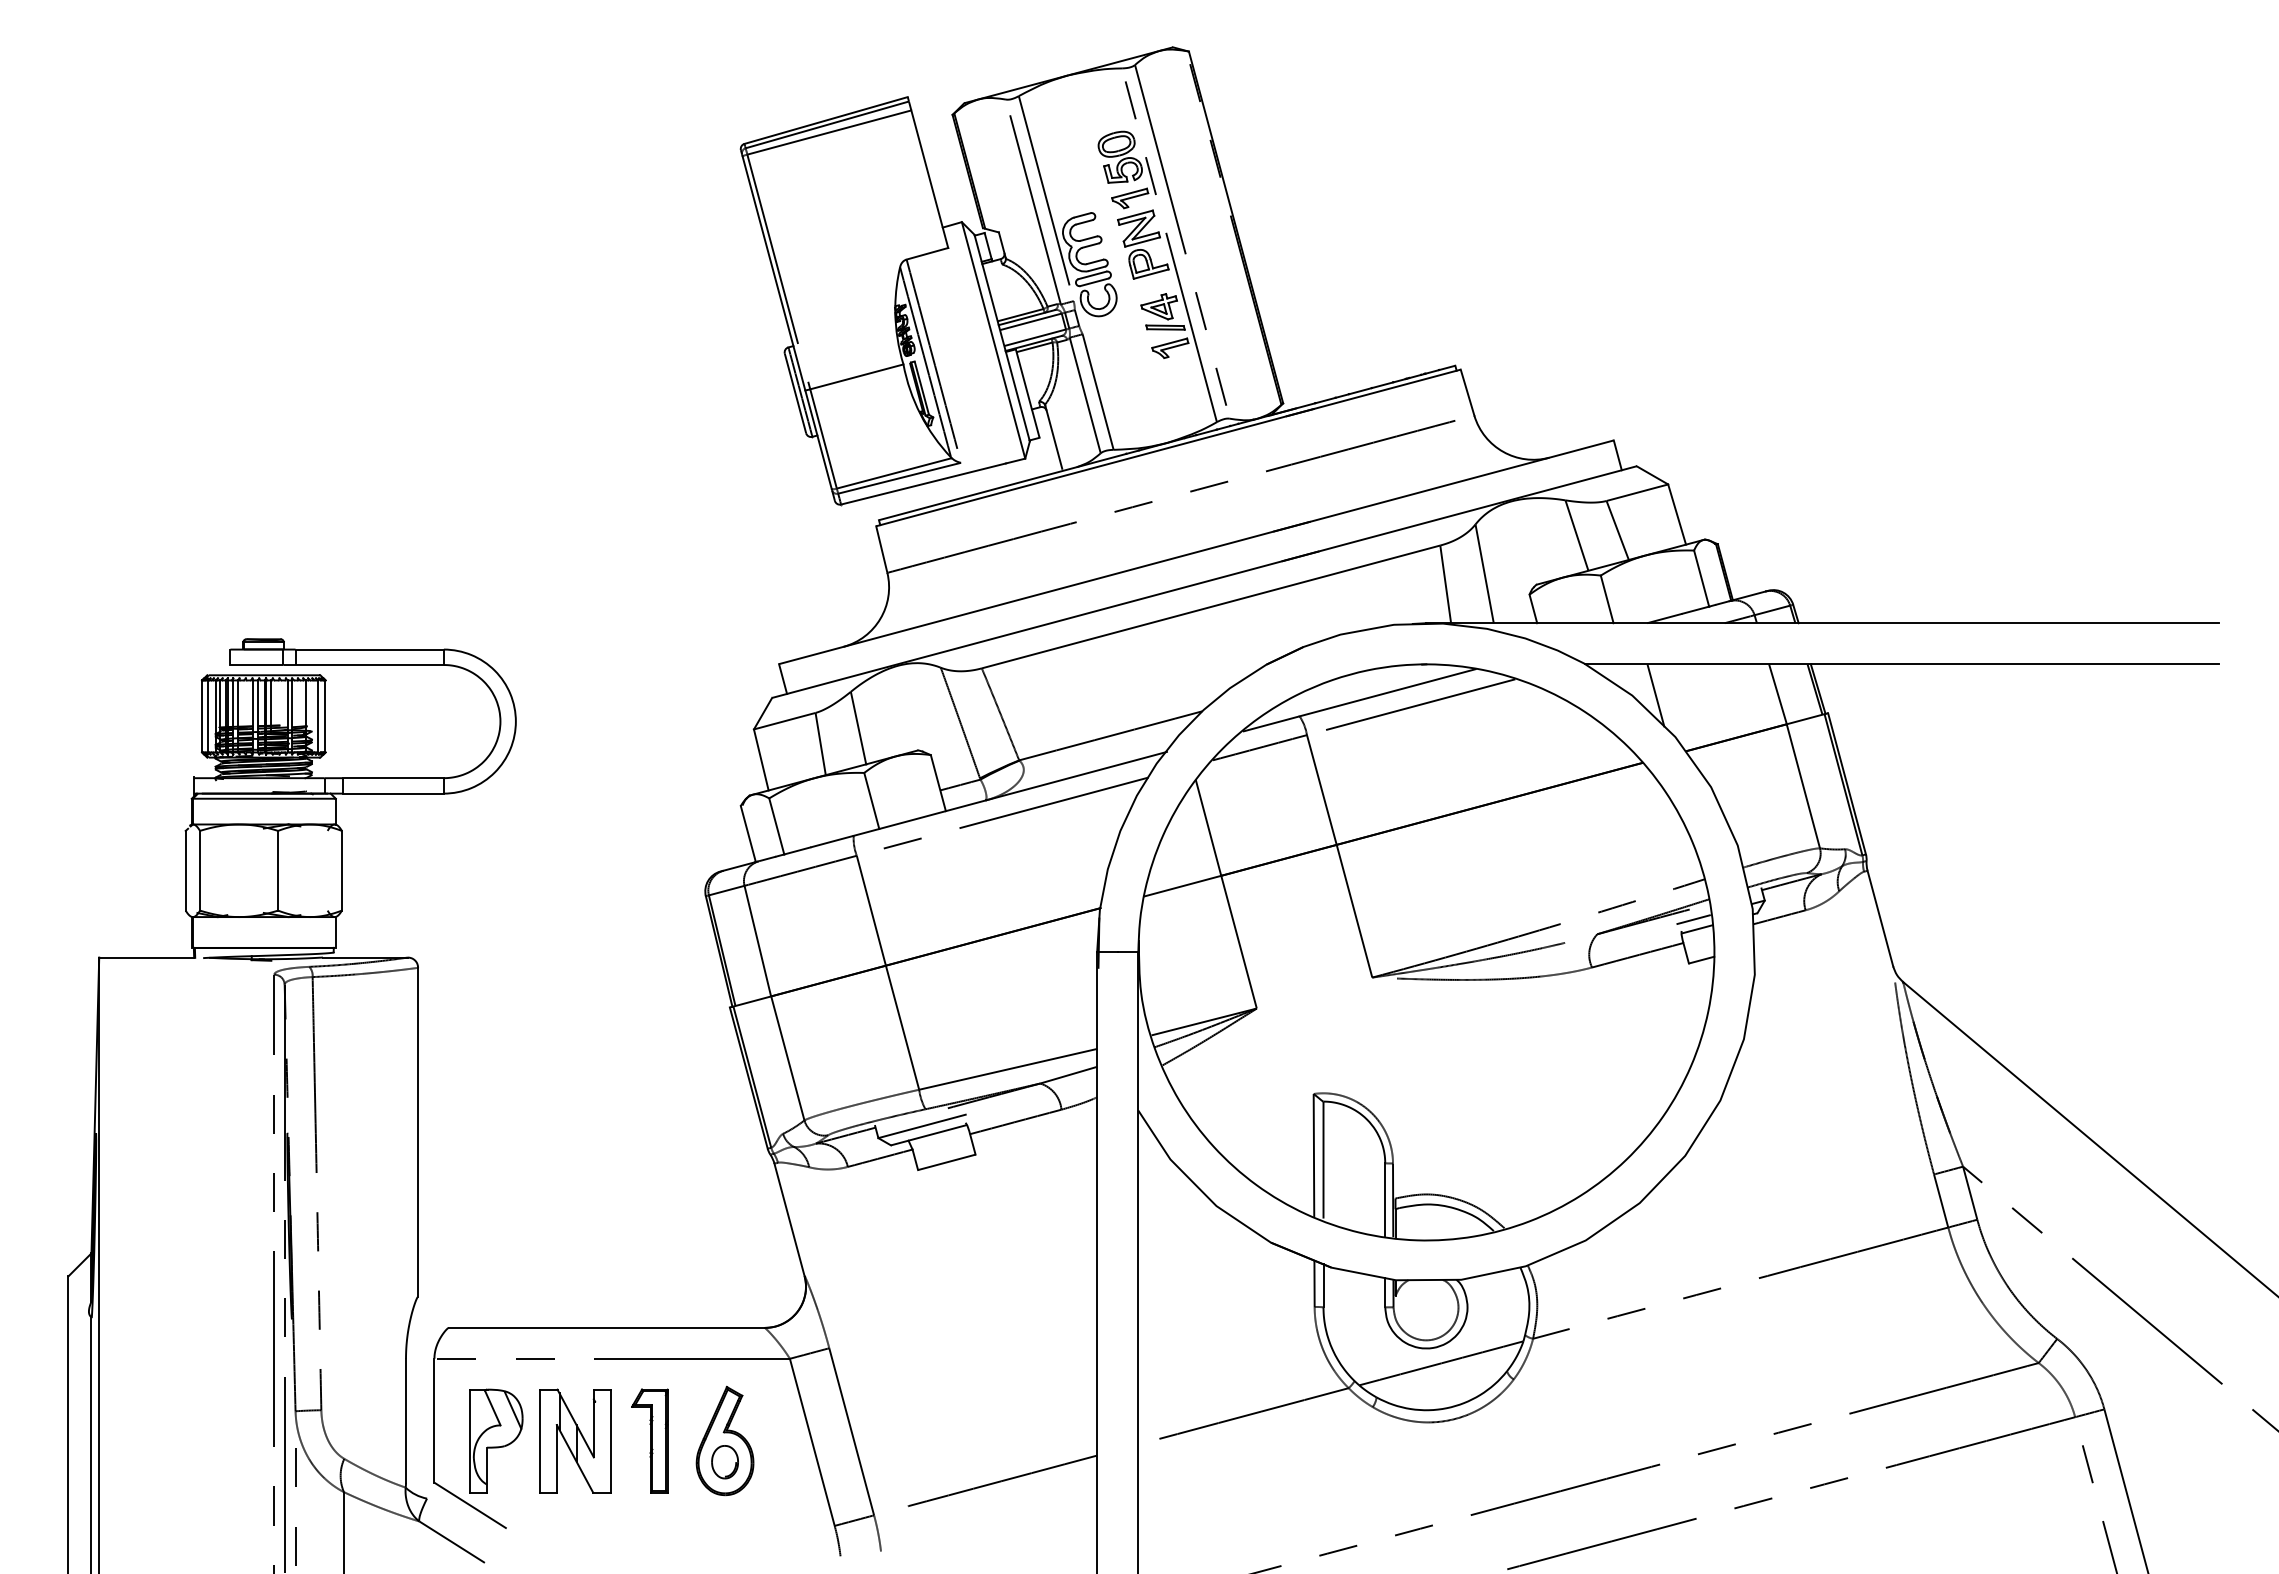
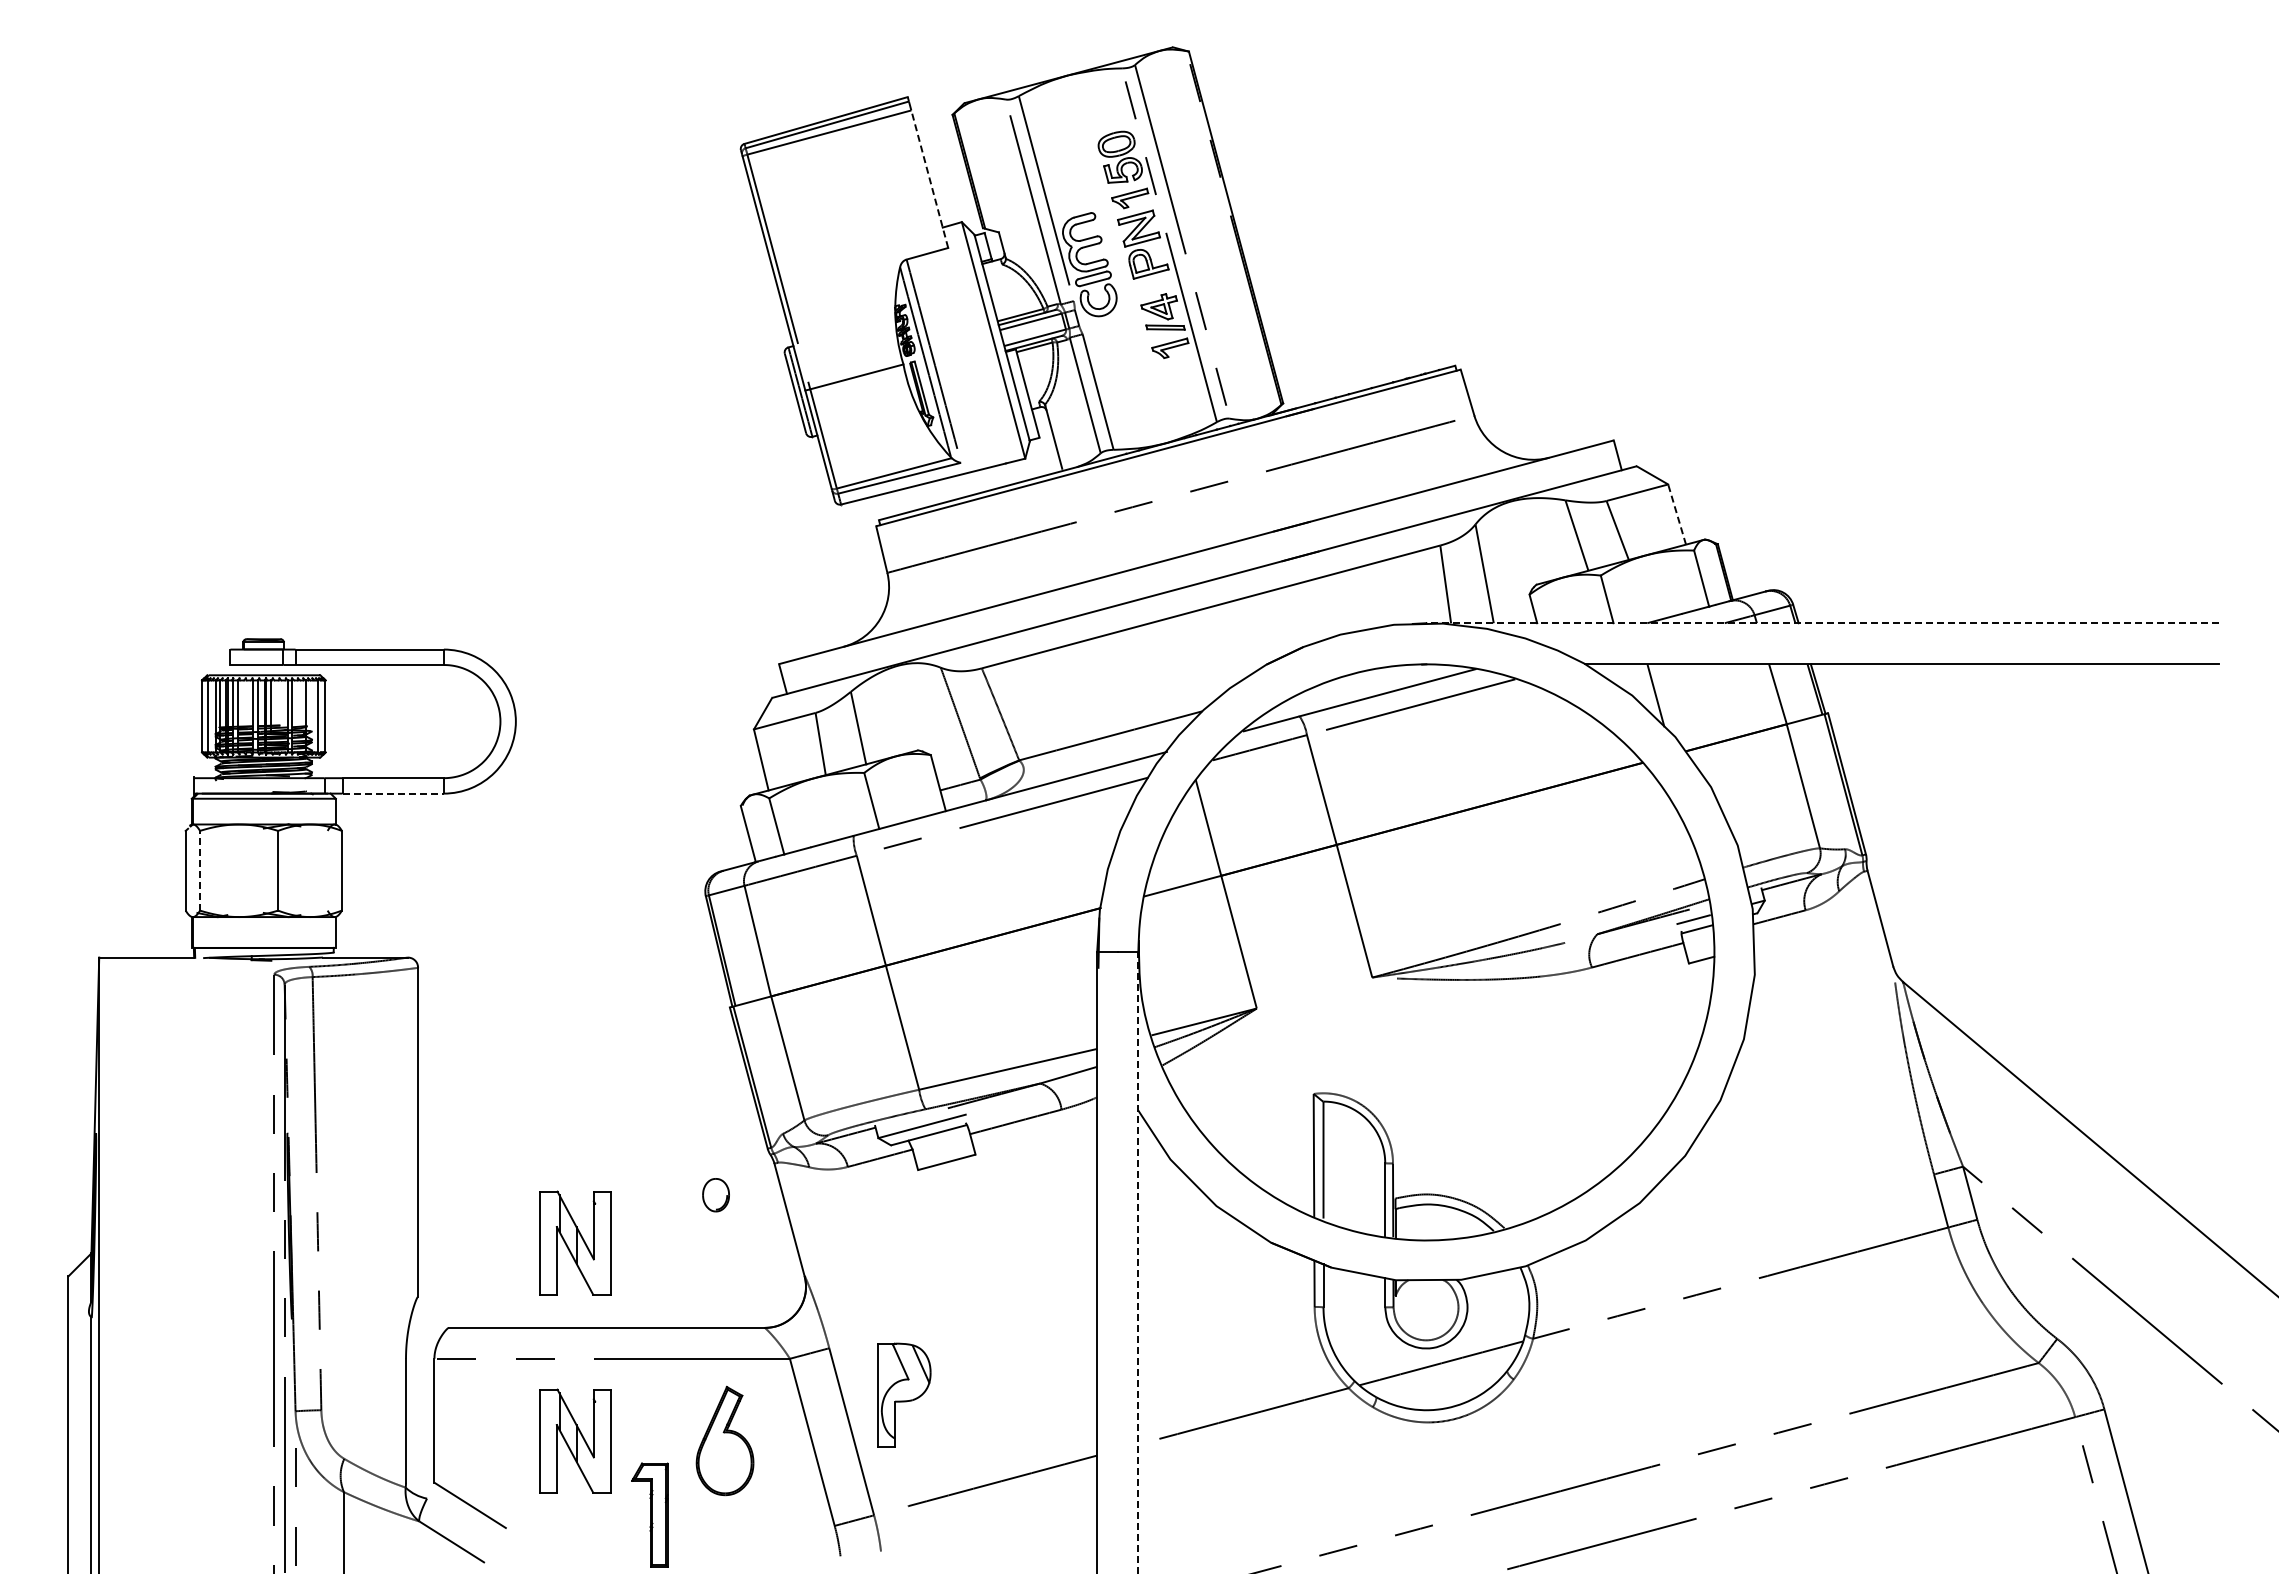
line at (929, 178): solid -> dashed
line at (1676, 514): solid -> dashed
line at (1821, 623): solid -> dashed
line at (393, 793): solid -> dashed
line at (200, 870): solid -> dashed
part at (575, 1242): none -> present
line at (1138, 1262): solid -> dashed
part at (496, 1440) position: (496, 1440) -> (904, 1394)
part at (649, 1440) position: (649, 1440) -> (649, 1514)
part at (724, 1462) position: (724, 1462) -> (715, 1195)
